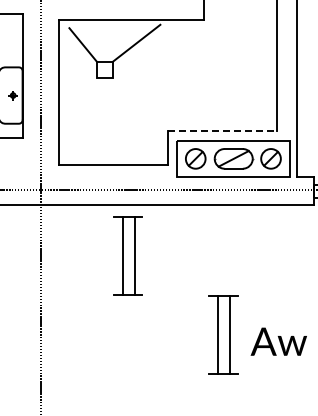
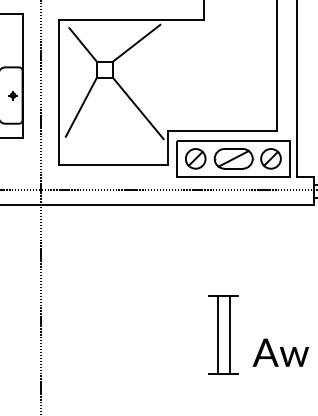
line at (80, 106): none -> present
line at (138, 108): none -> present
line at (222, 130): dashed -> solid
part at (128, 255): present -> none
text at (278, 341) position: (278, 341) -> (280, 352)
